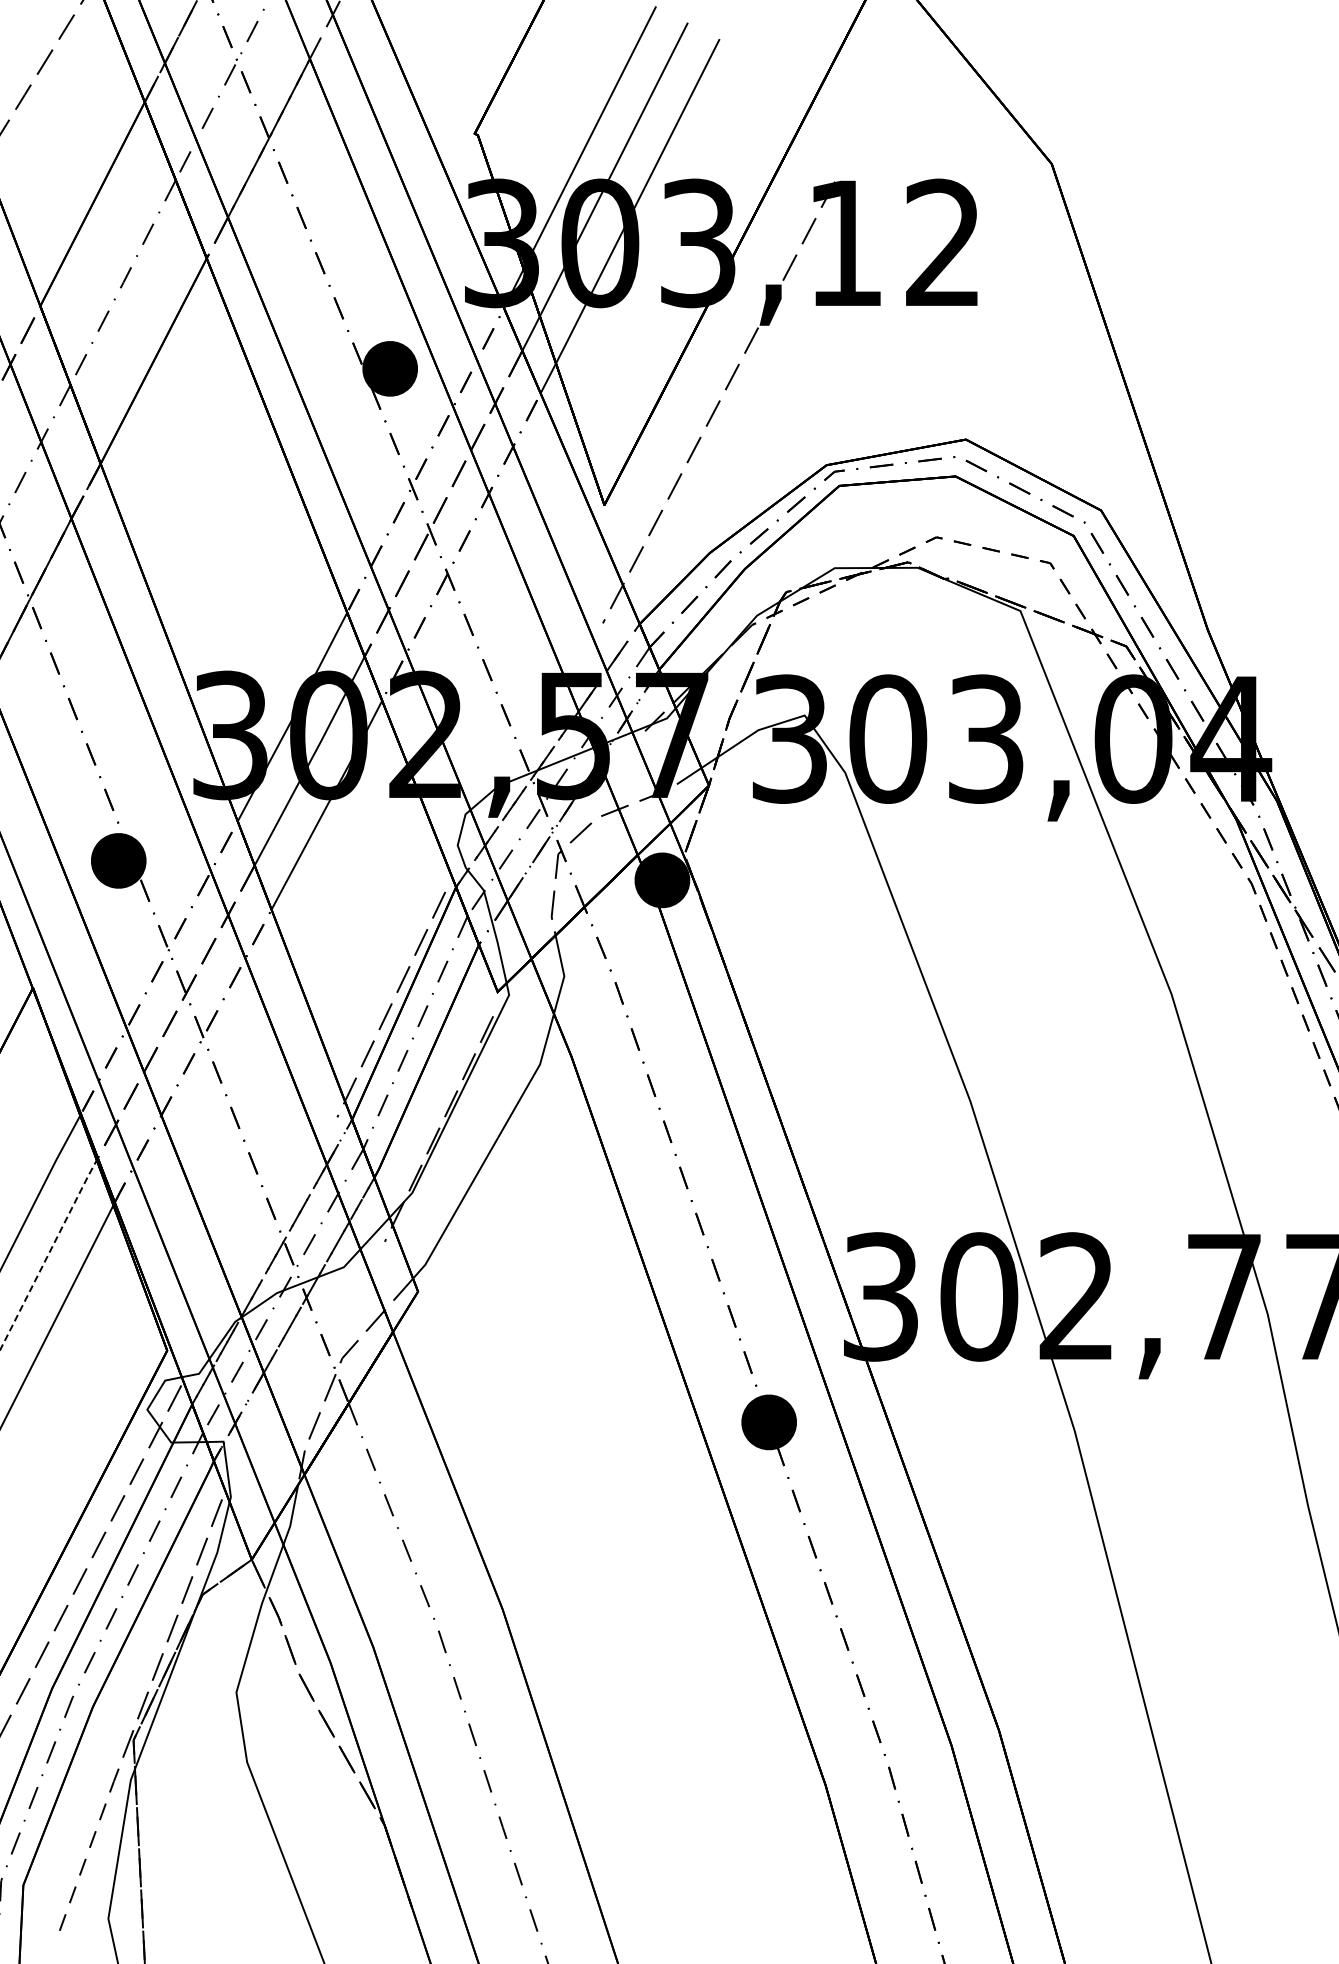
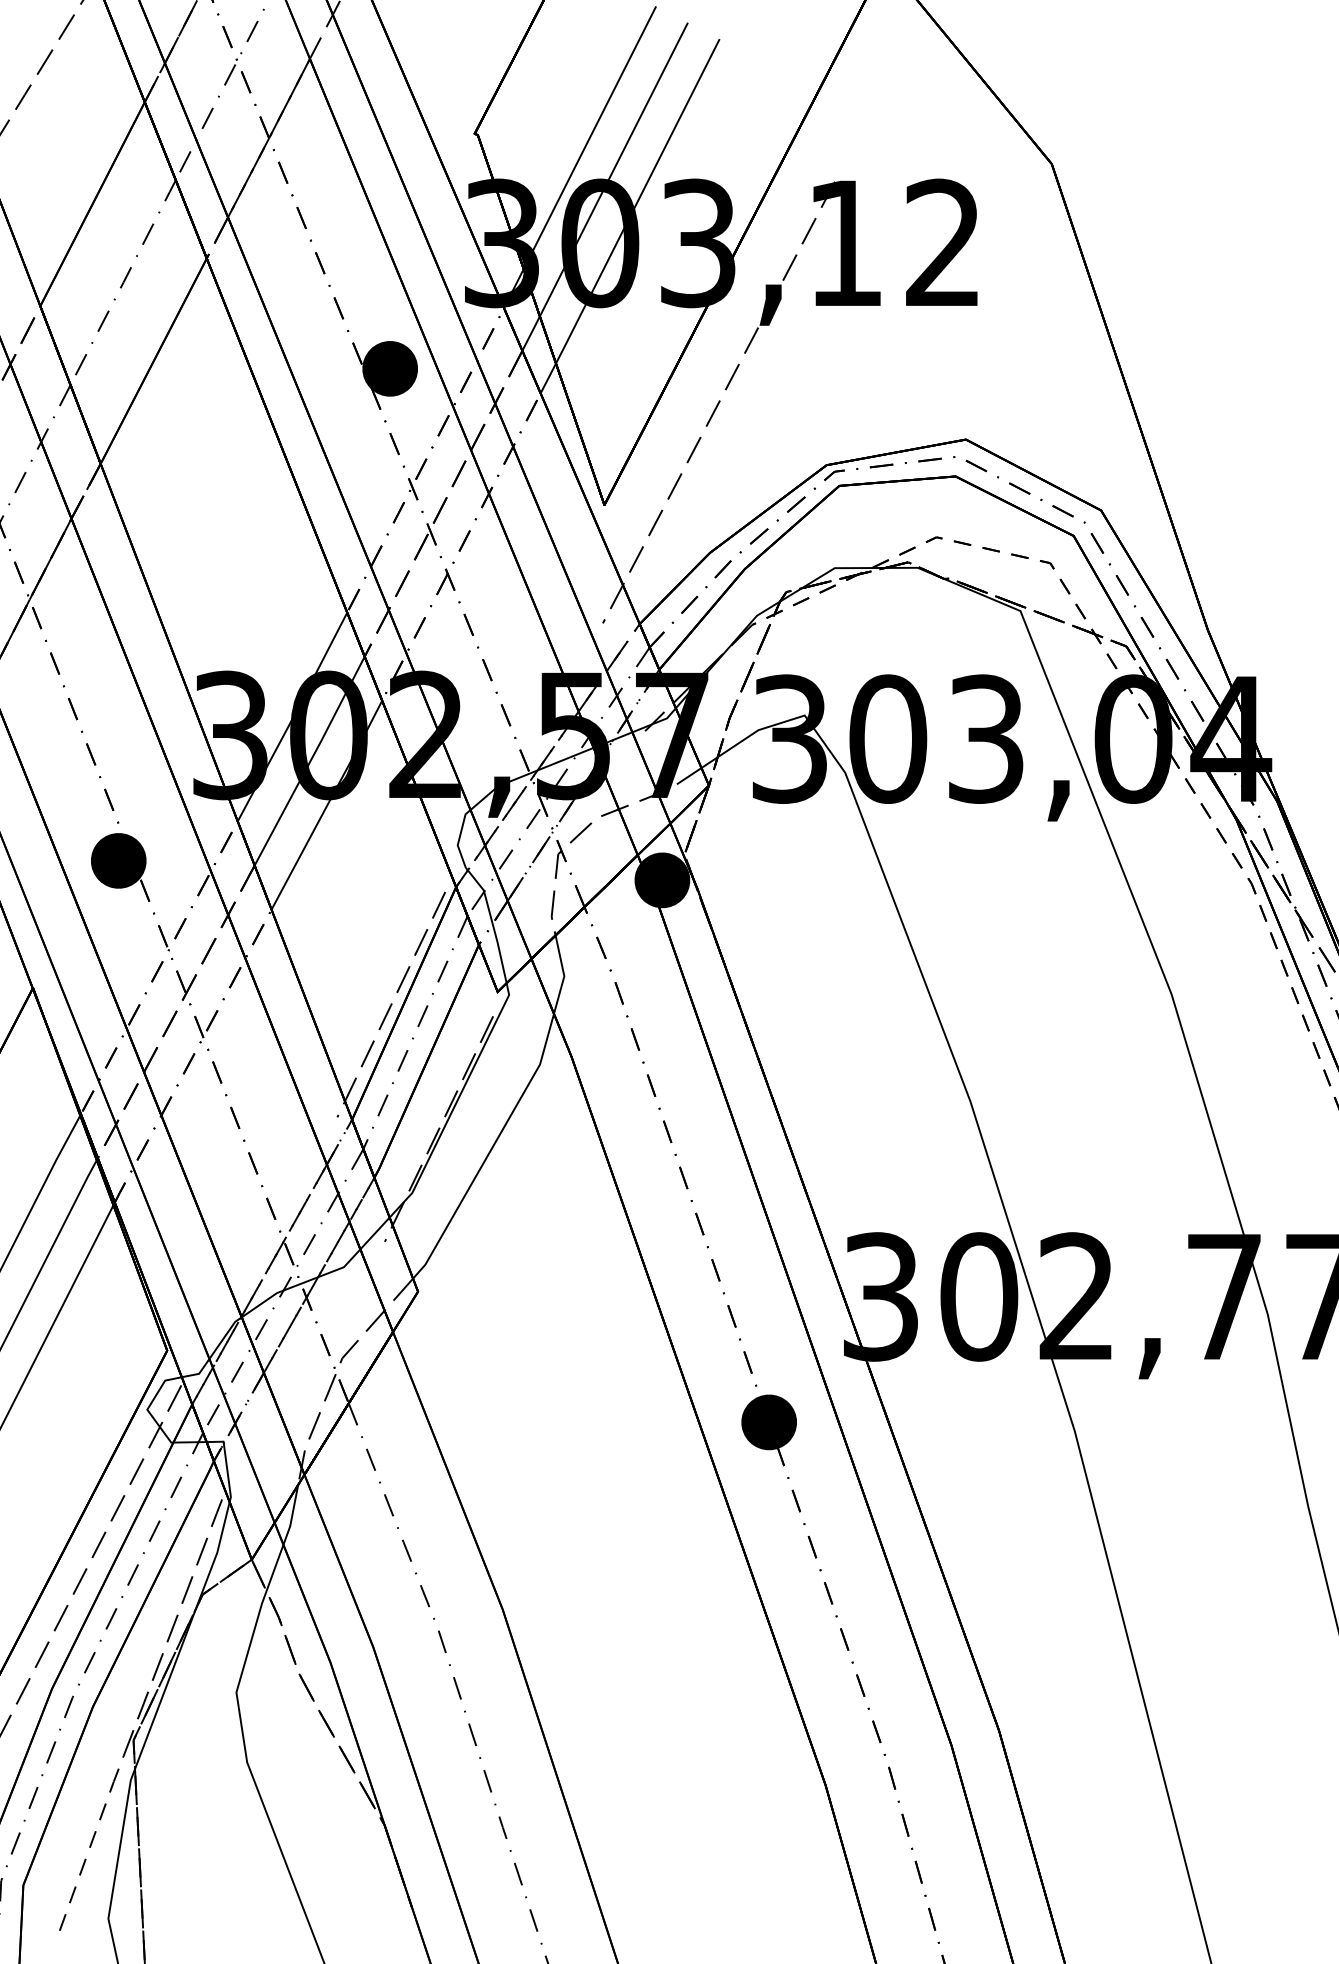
line at (48, 1254): dashed -> solid
